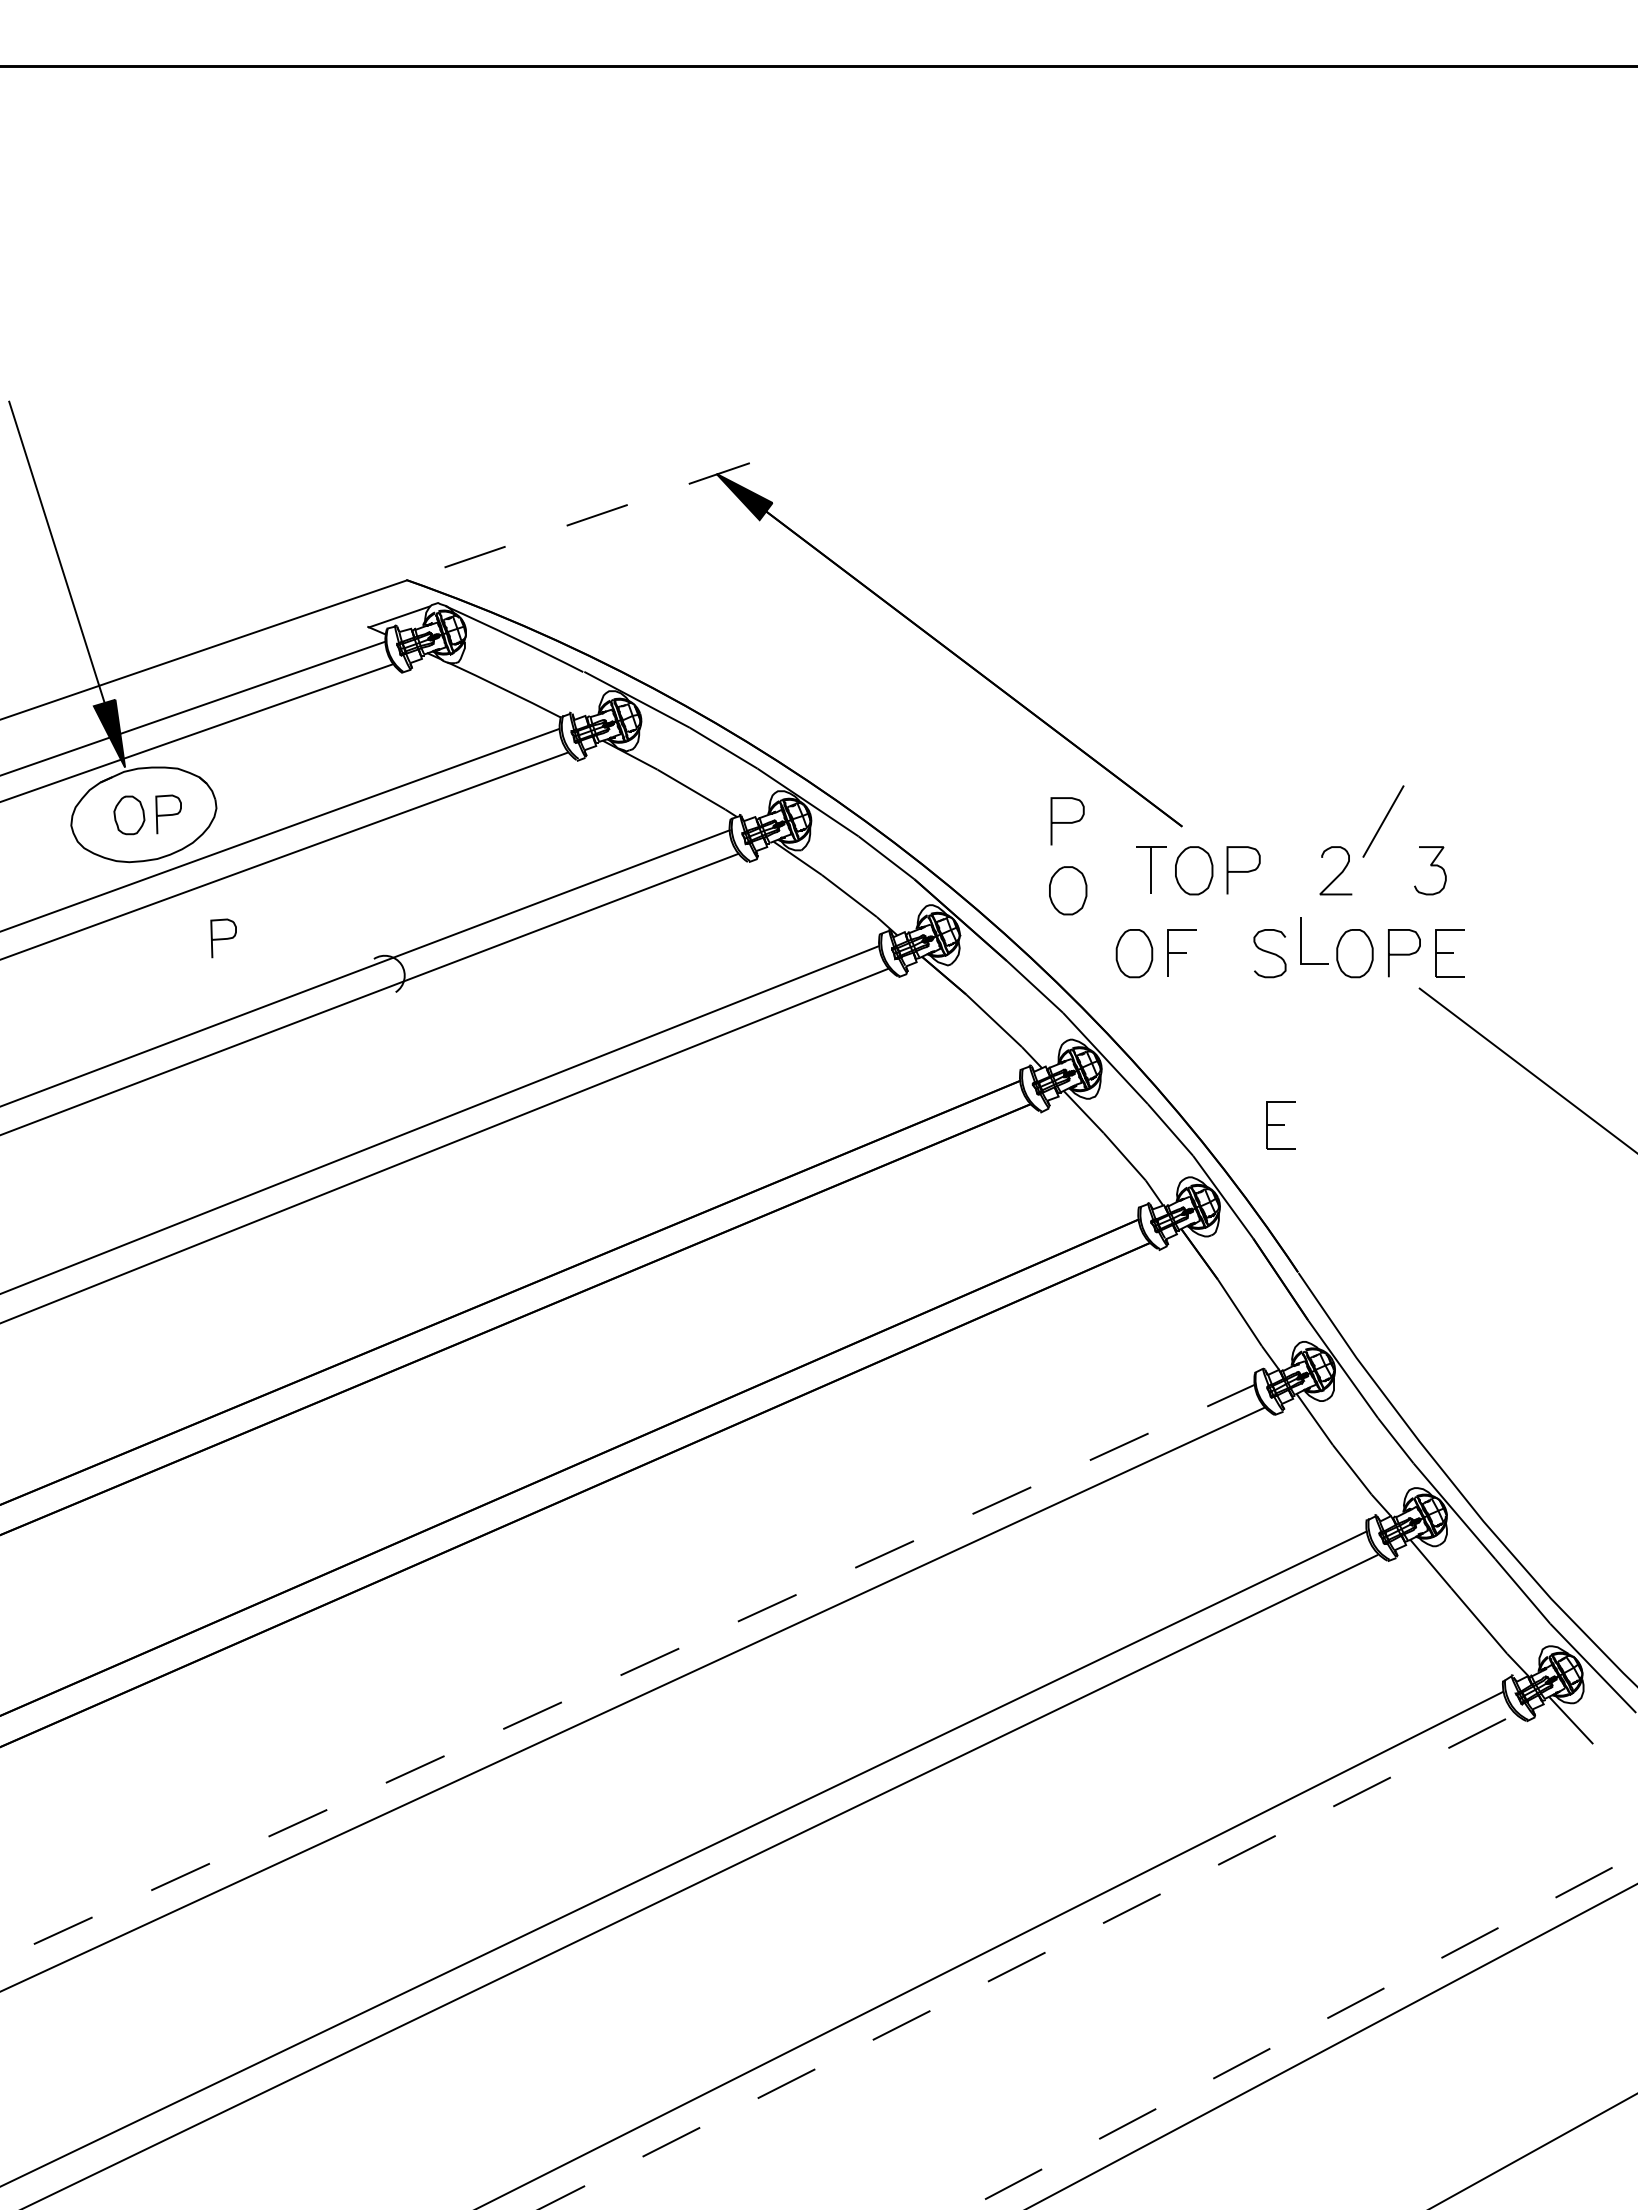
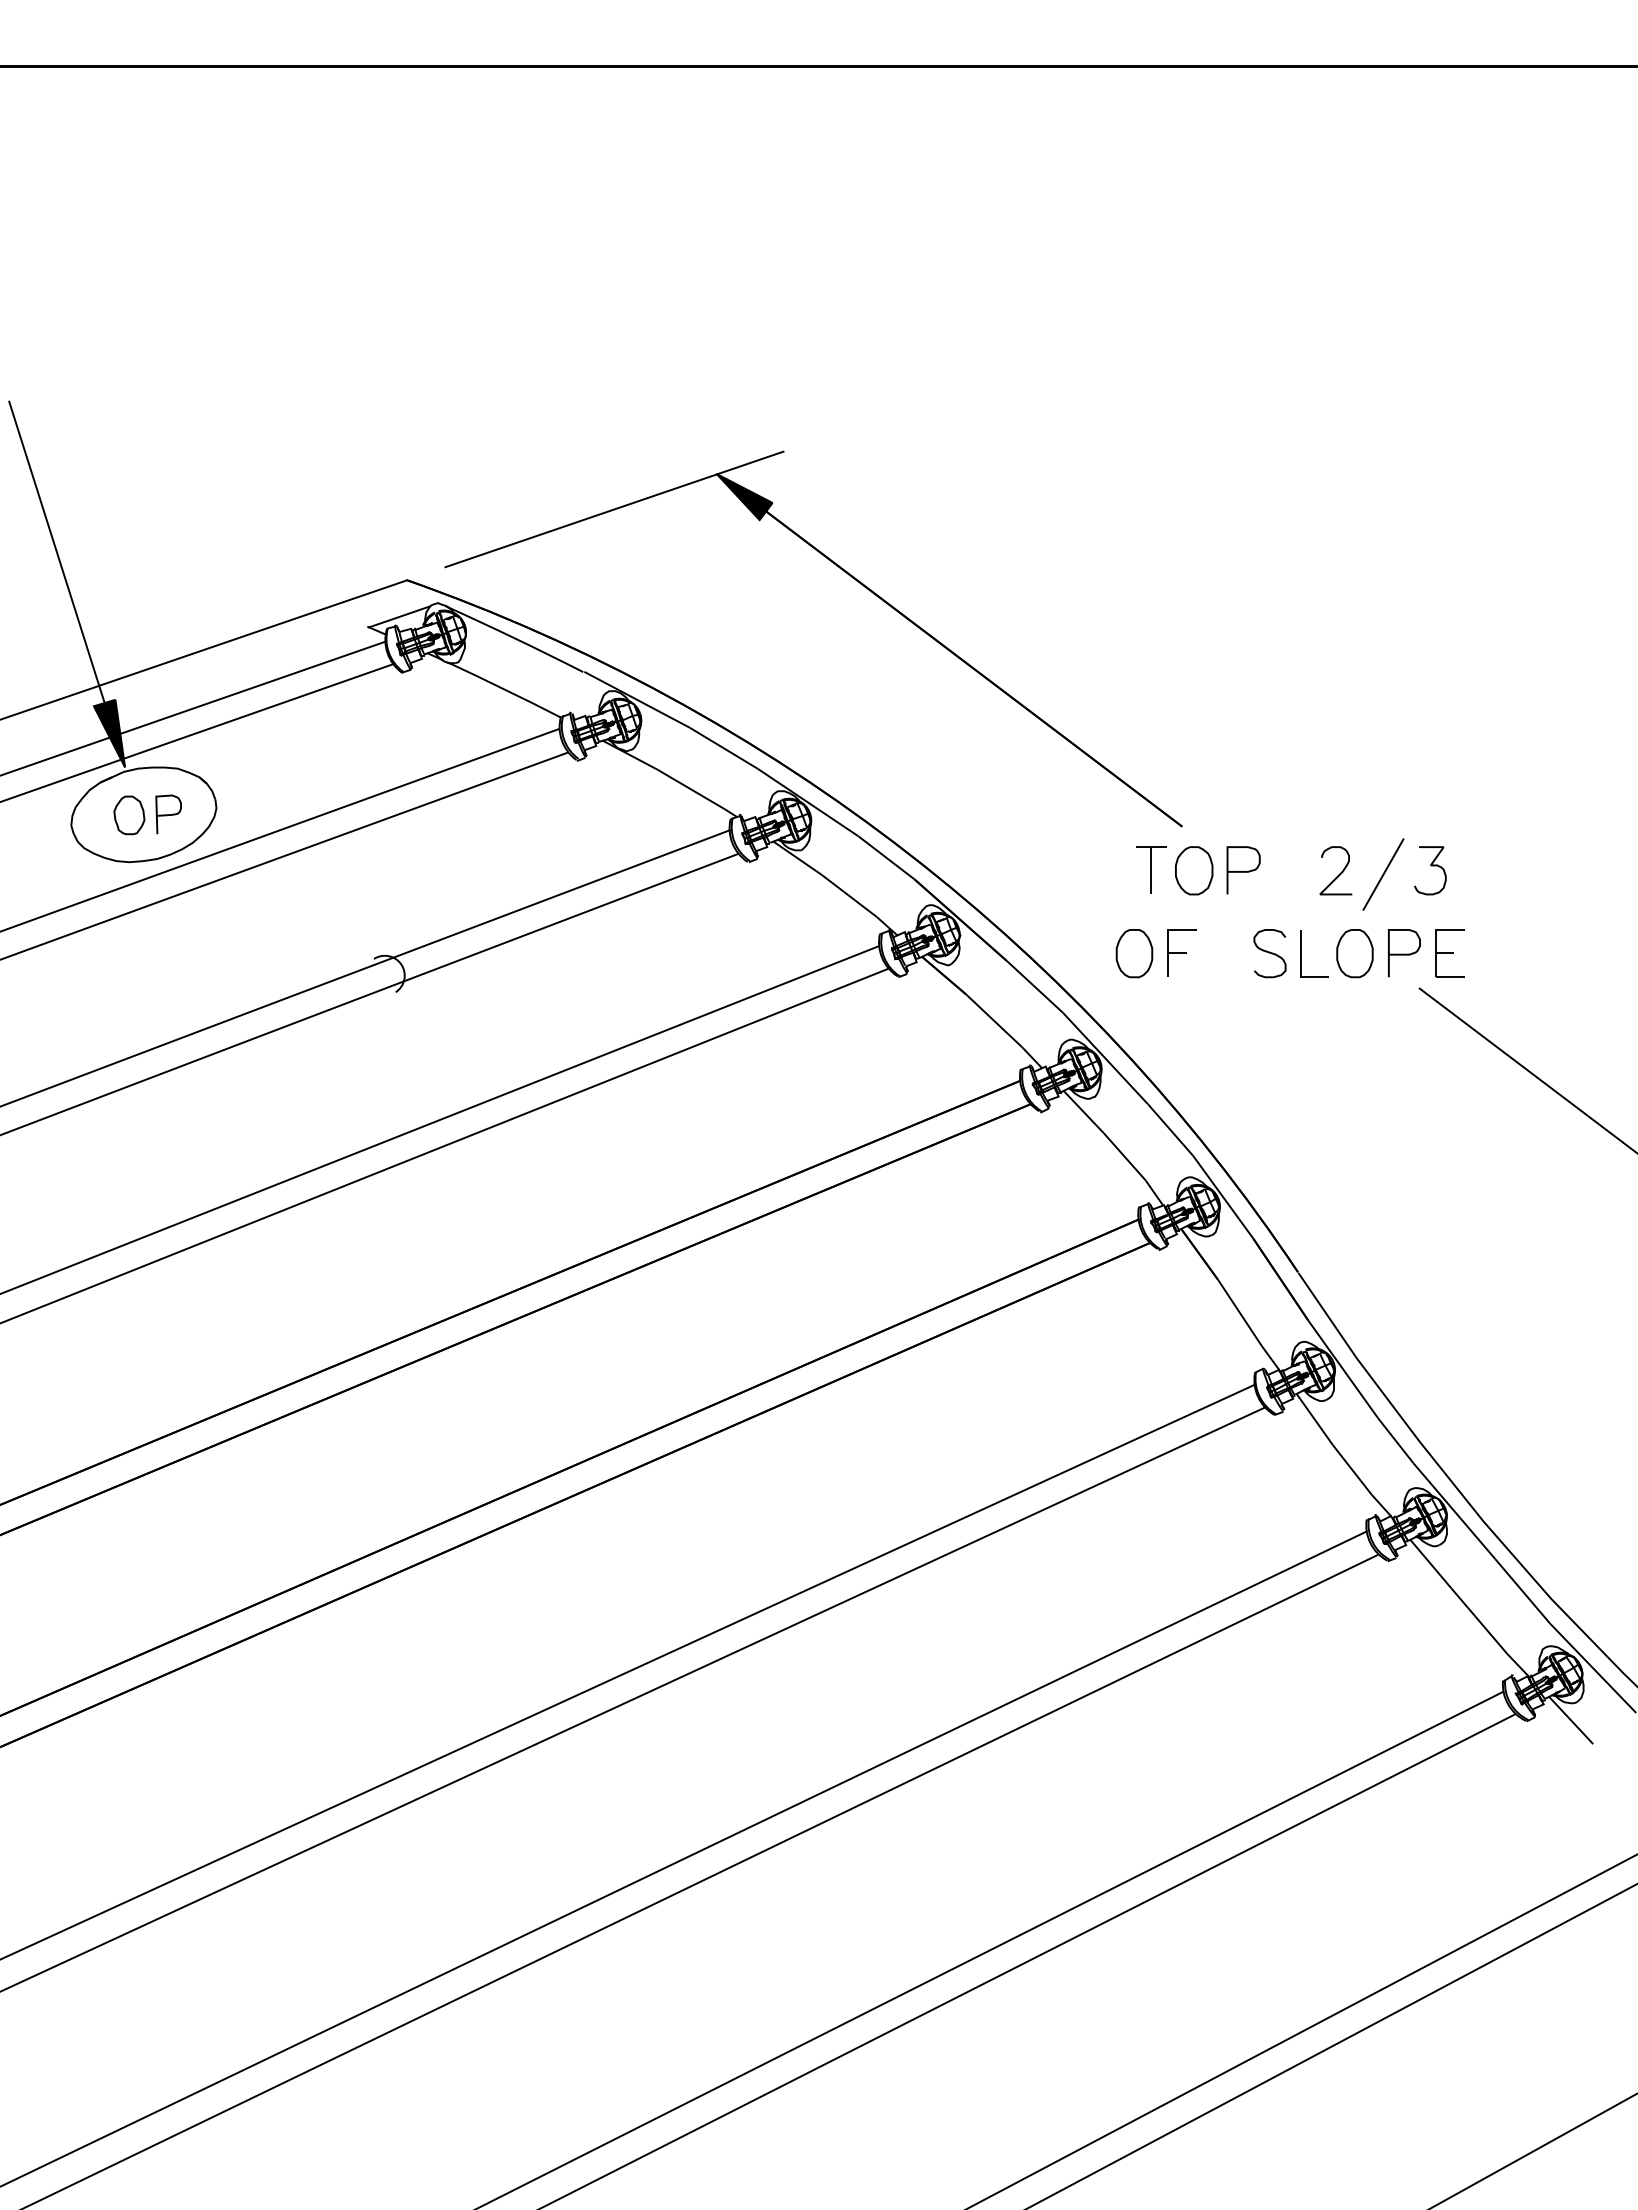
line at (614, 509): dashed -> solid
line at (1383, 821) position: (1383, 821) -> (1383, 874)
curve at (1067, 822): present -> none
part at (1068, 890): present -> none
curve at (223, 938): present -> none
line at (1301, 940) position: (1301, 940) -> (1301, 953)
part at (1280, 1125): present -> none
line at (627, 1672): dashed -> solid
line at (1027, 1961): dashed -> solid
line at (1301, 2031): dashed -> solid
